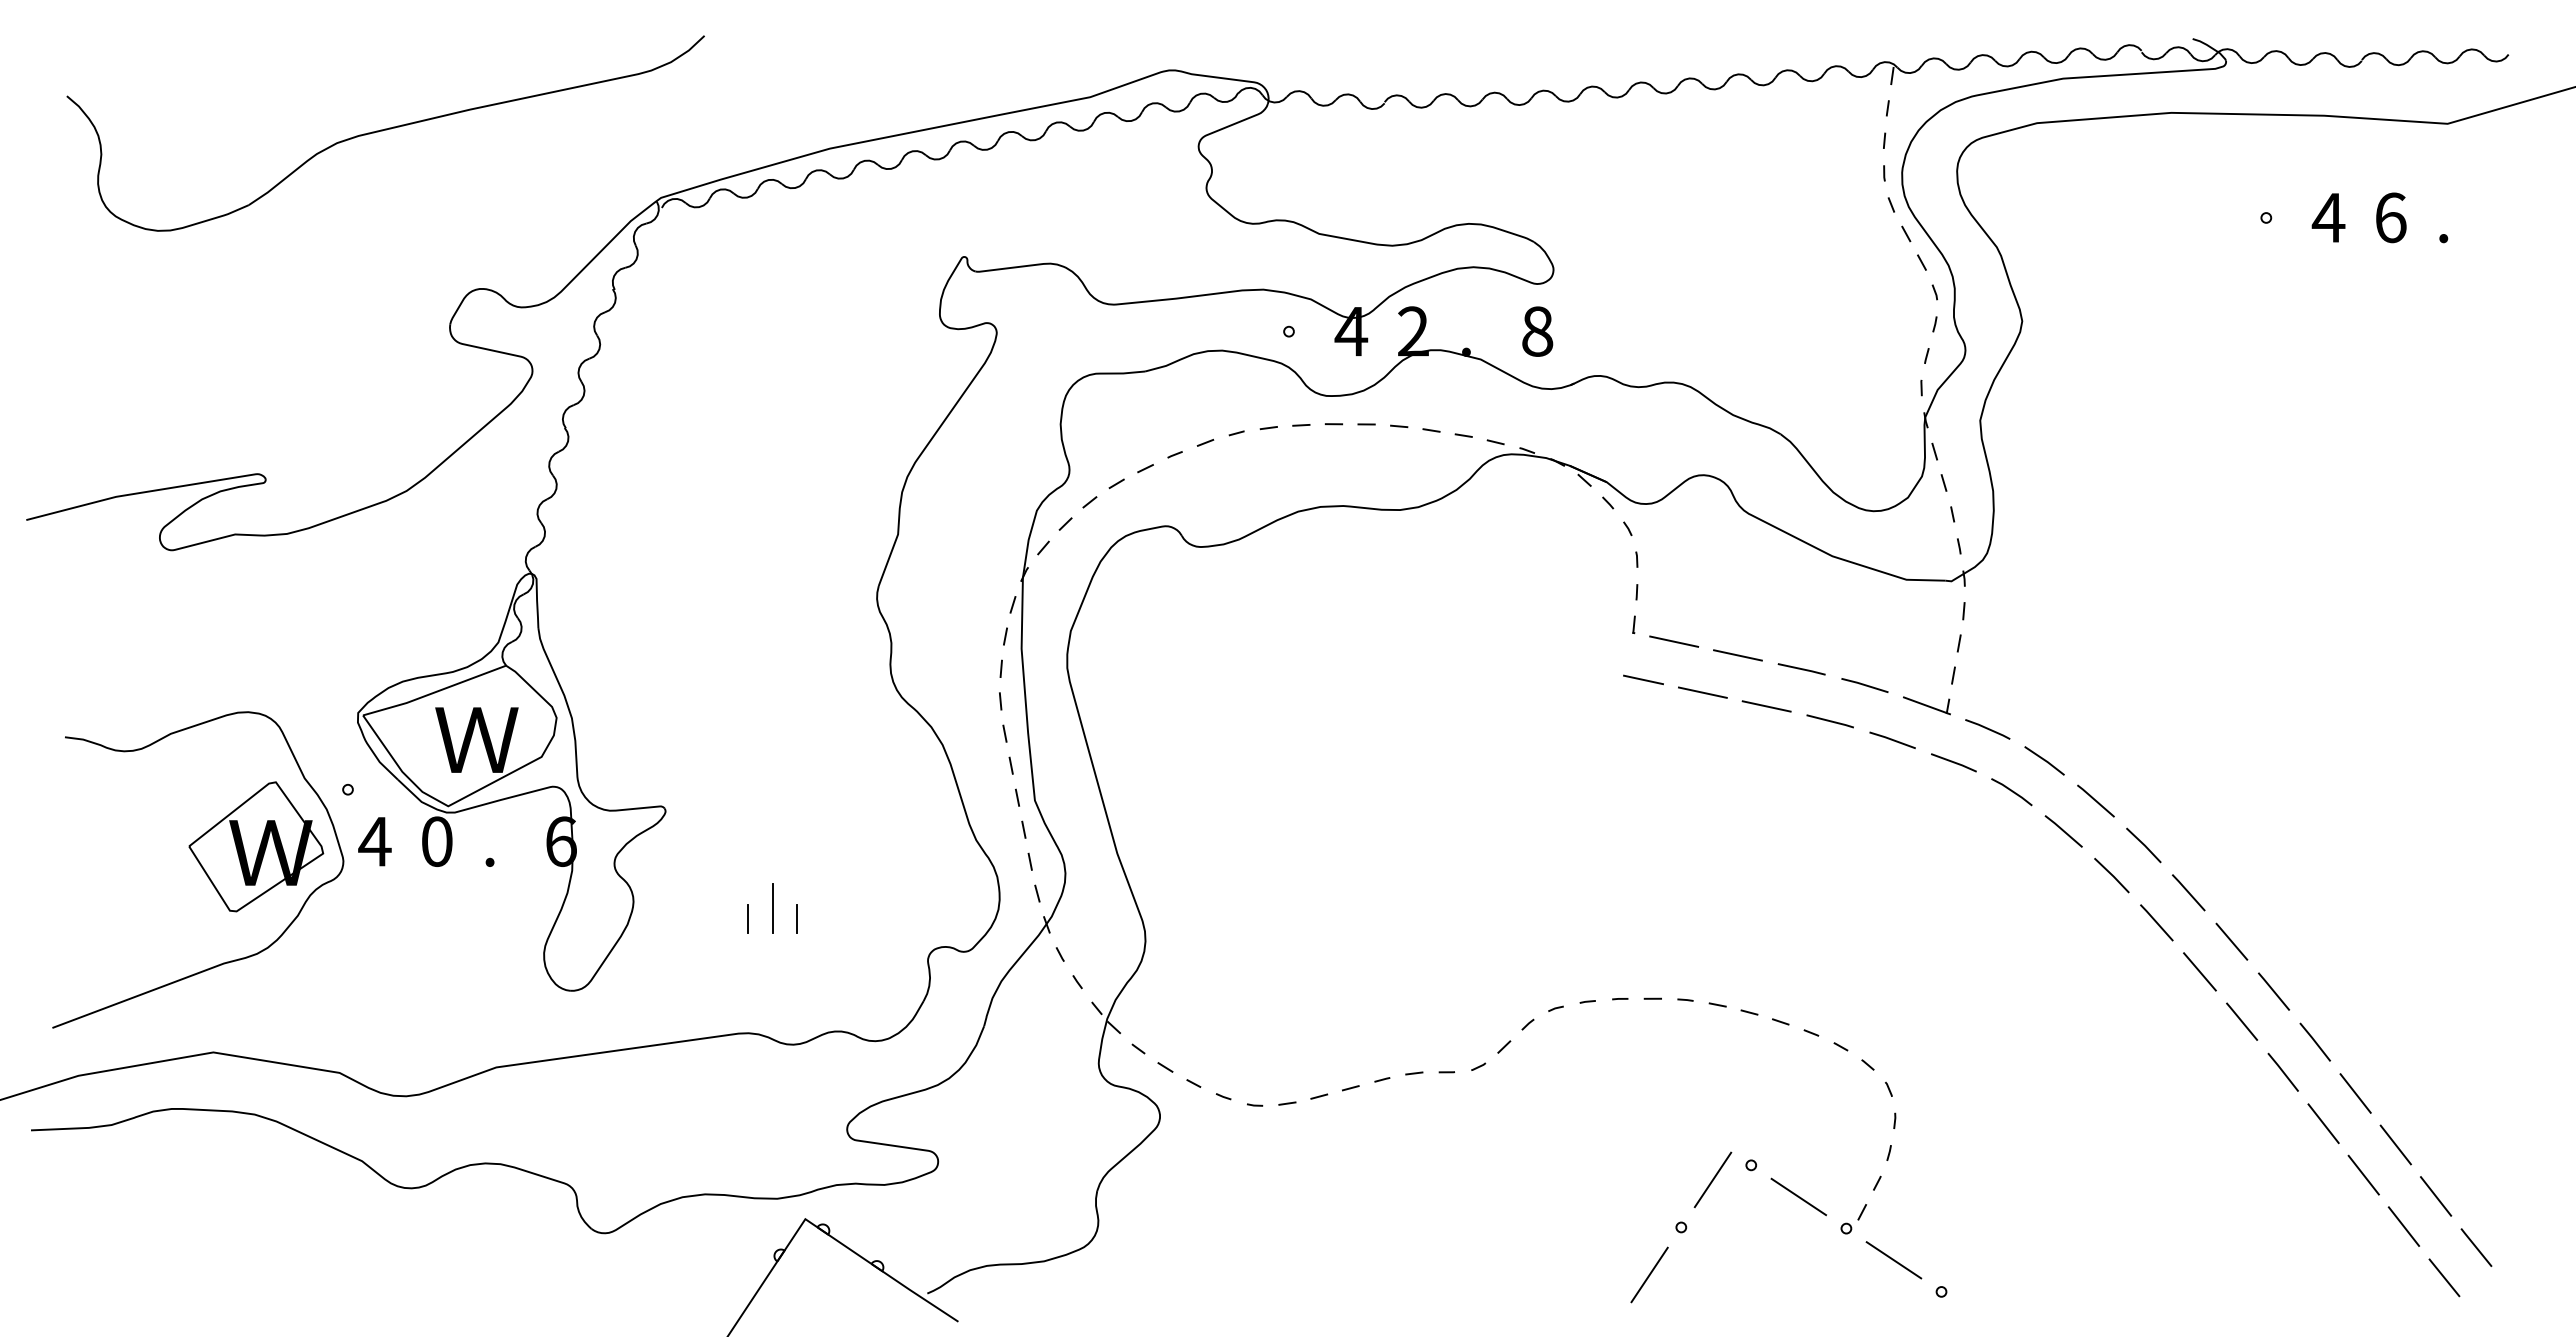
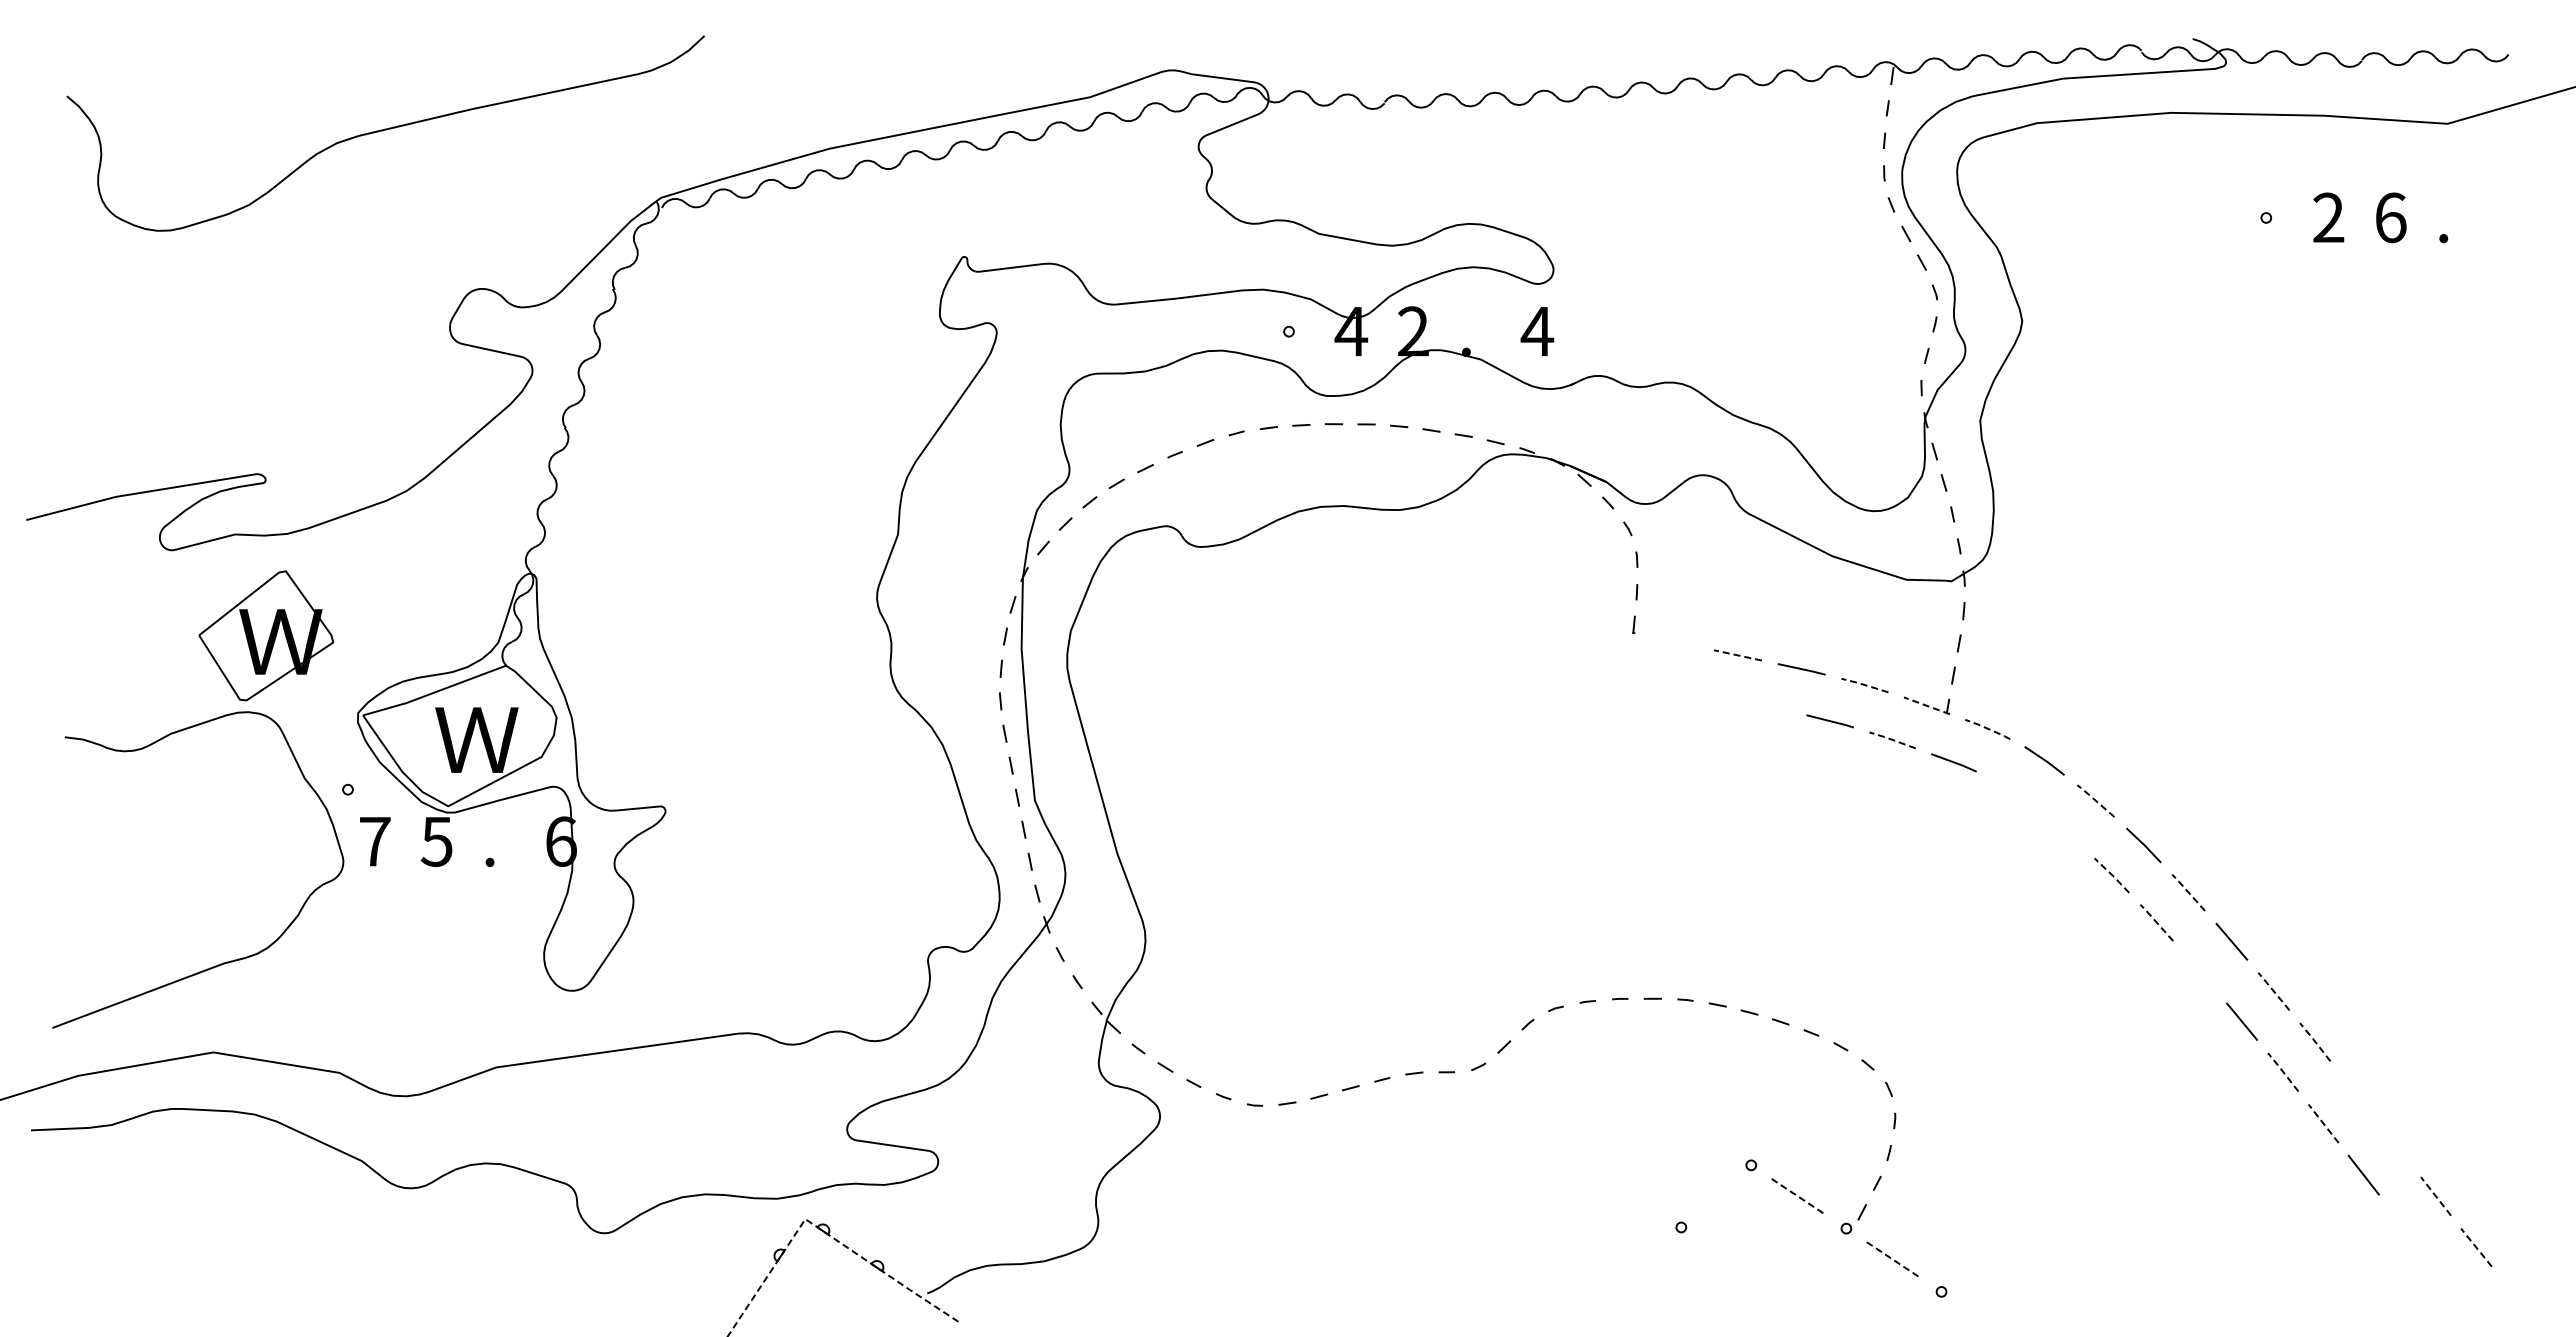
text at (2328, 217): 4 -> 2
text at (1537, 331): 8 -> 4
line at (1674, 641): present -> none
line at (1737, 655): solid -> dashed
line at (1643, 679): present -> none
line at (1864, 684): solid -> dashed
line at (1702, 692): present -> none
line at (1926, 705): solid -> dashed
line at (1766, 706): present -> none
line at (1987, 728): solid -> dashed
line at (1891, 739): solid -> dashed
line at (2011, 791): present -> none
line at (2095, 800): solid -> dashed
line at (2063, 831): present -> none
text at (374, 841): 4 -> 7
text at (436, 841): 0 -> 5
part at (256, 846) position: (256, 846) -> (266, 635)
line at (2112, 875): solid -> dashed
line at (2188, 891): solid -> dashed
line at (772, 907): present -> none
line at (748, 918): present -> none
line at (797, 918): present -> none
line at (2156, 922): solid -> dashed
line at (2199, 971): present -> none
line at (2273, 990): solid -> dashed
line at (2314, 1040): solid -> dashed
line at (2282, 1071): solid -> dashed
line at (2355, 1093): present -> none
line at (2323, 1123): solid -> dashed
line at (2395, 1144): present -> none
line at (1712, 1179): present -> none
line at (1798, 1196): solid -> dashed
line at (2435, 1196): solid -> dashed
line at (2403, 1226): present -> none
line at (823, 1231): solid -> dashed
line at (2475, 1246): solid -> dashed
line at (1893, 1260): solid -> dashed
line at (1649, 1274): present -> none
line at (2444, 1277): present -> none
